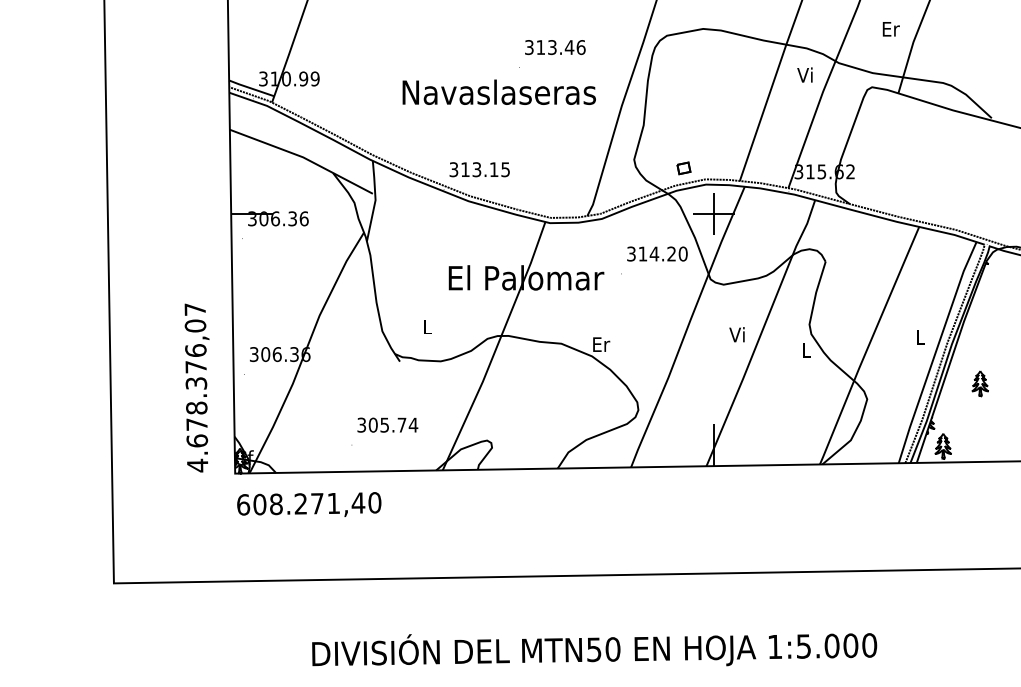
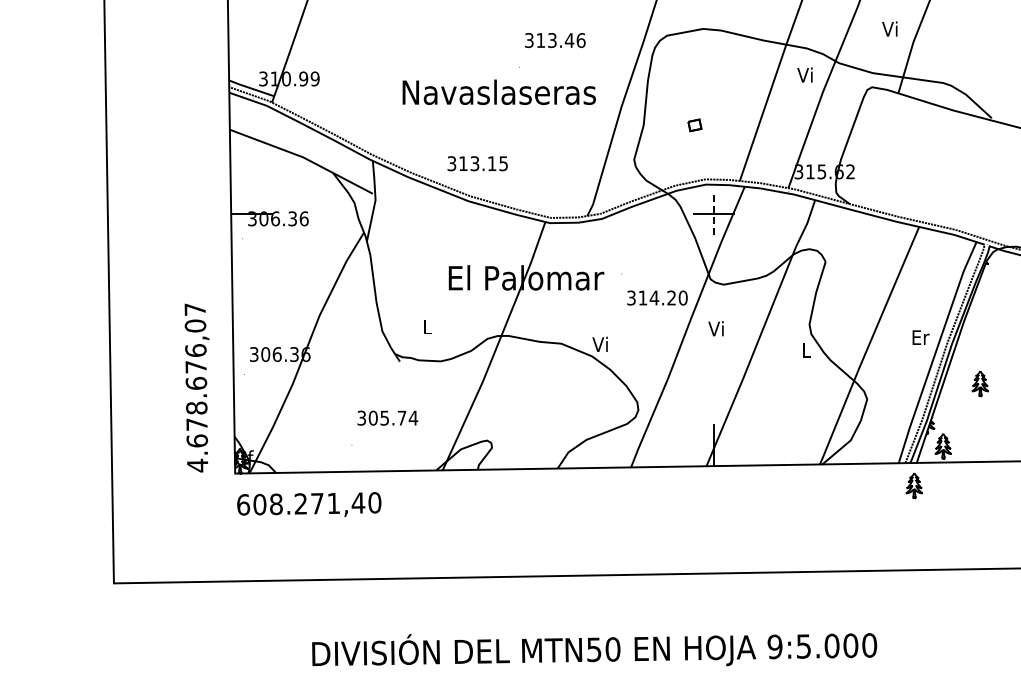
text at (890, 28): Er -> Vi
text at (555, 47) position: (555, 47) -> (555, 40)
part at (683, 168) position: (683, 168) -> (694, 125)
text at (479, 169) position: (479, 169) -> (477, 163)
line at (713, 214): solid -> dashed
text at (657, 253) position: (657, 253) -> (657, 297)
text at (736, 334) position: (736, 334) -> (715, 328)
text at (920, 337): L -> Er
text at (601, 343): Er -> Vi
text at (196, 382): 4.678.376,07 -> 4.678.676,07
text at (387, 424) position: (387, 424) -> (387, 417)
part at (913, 485): none -> present
text at (774, 646): 1:5.000 -> 9:5.000
